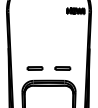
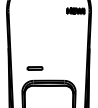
part at (62, 68): present -> none
